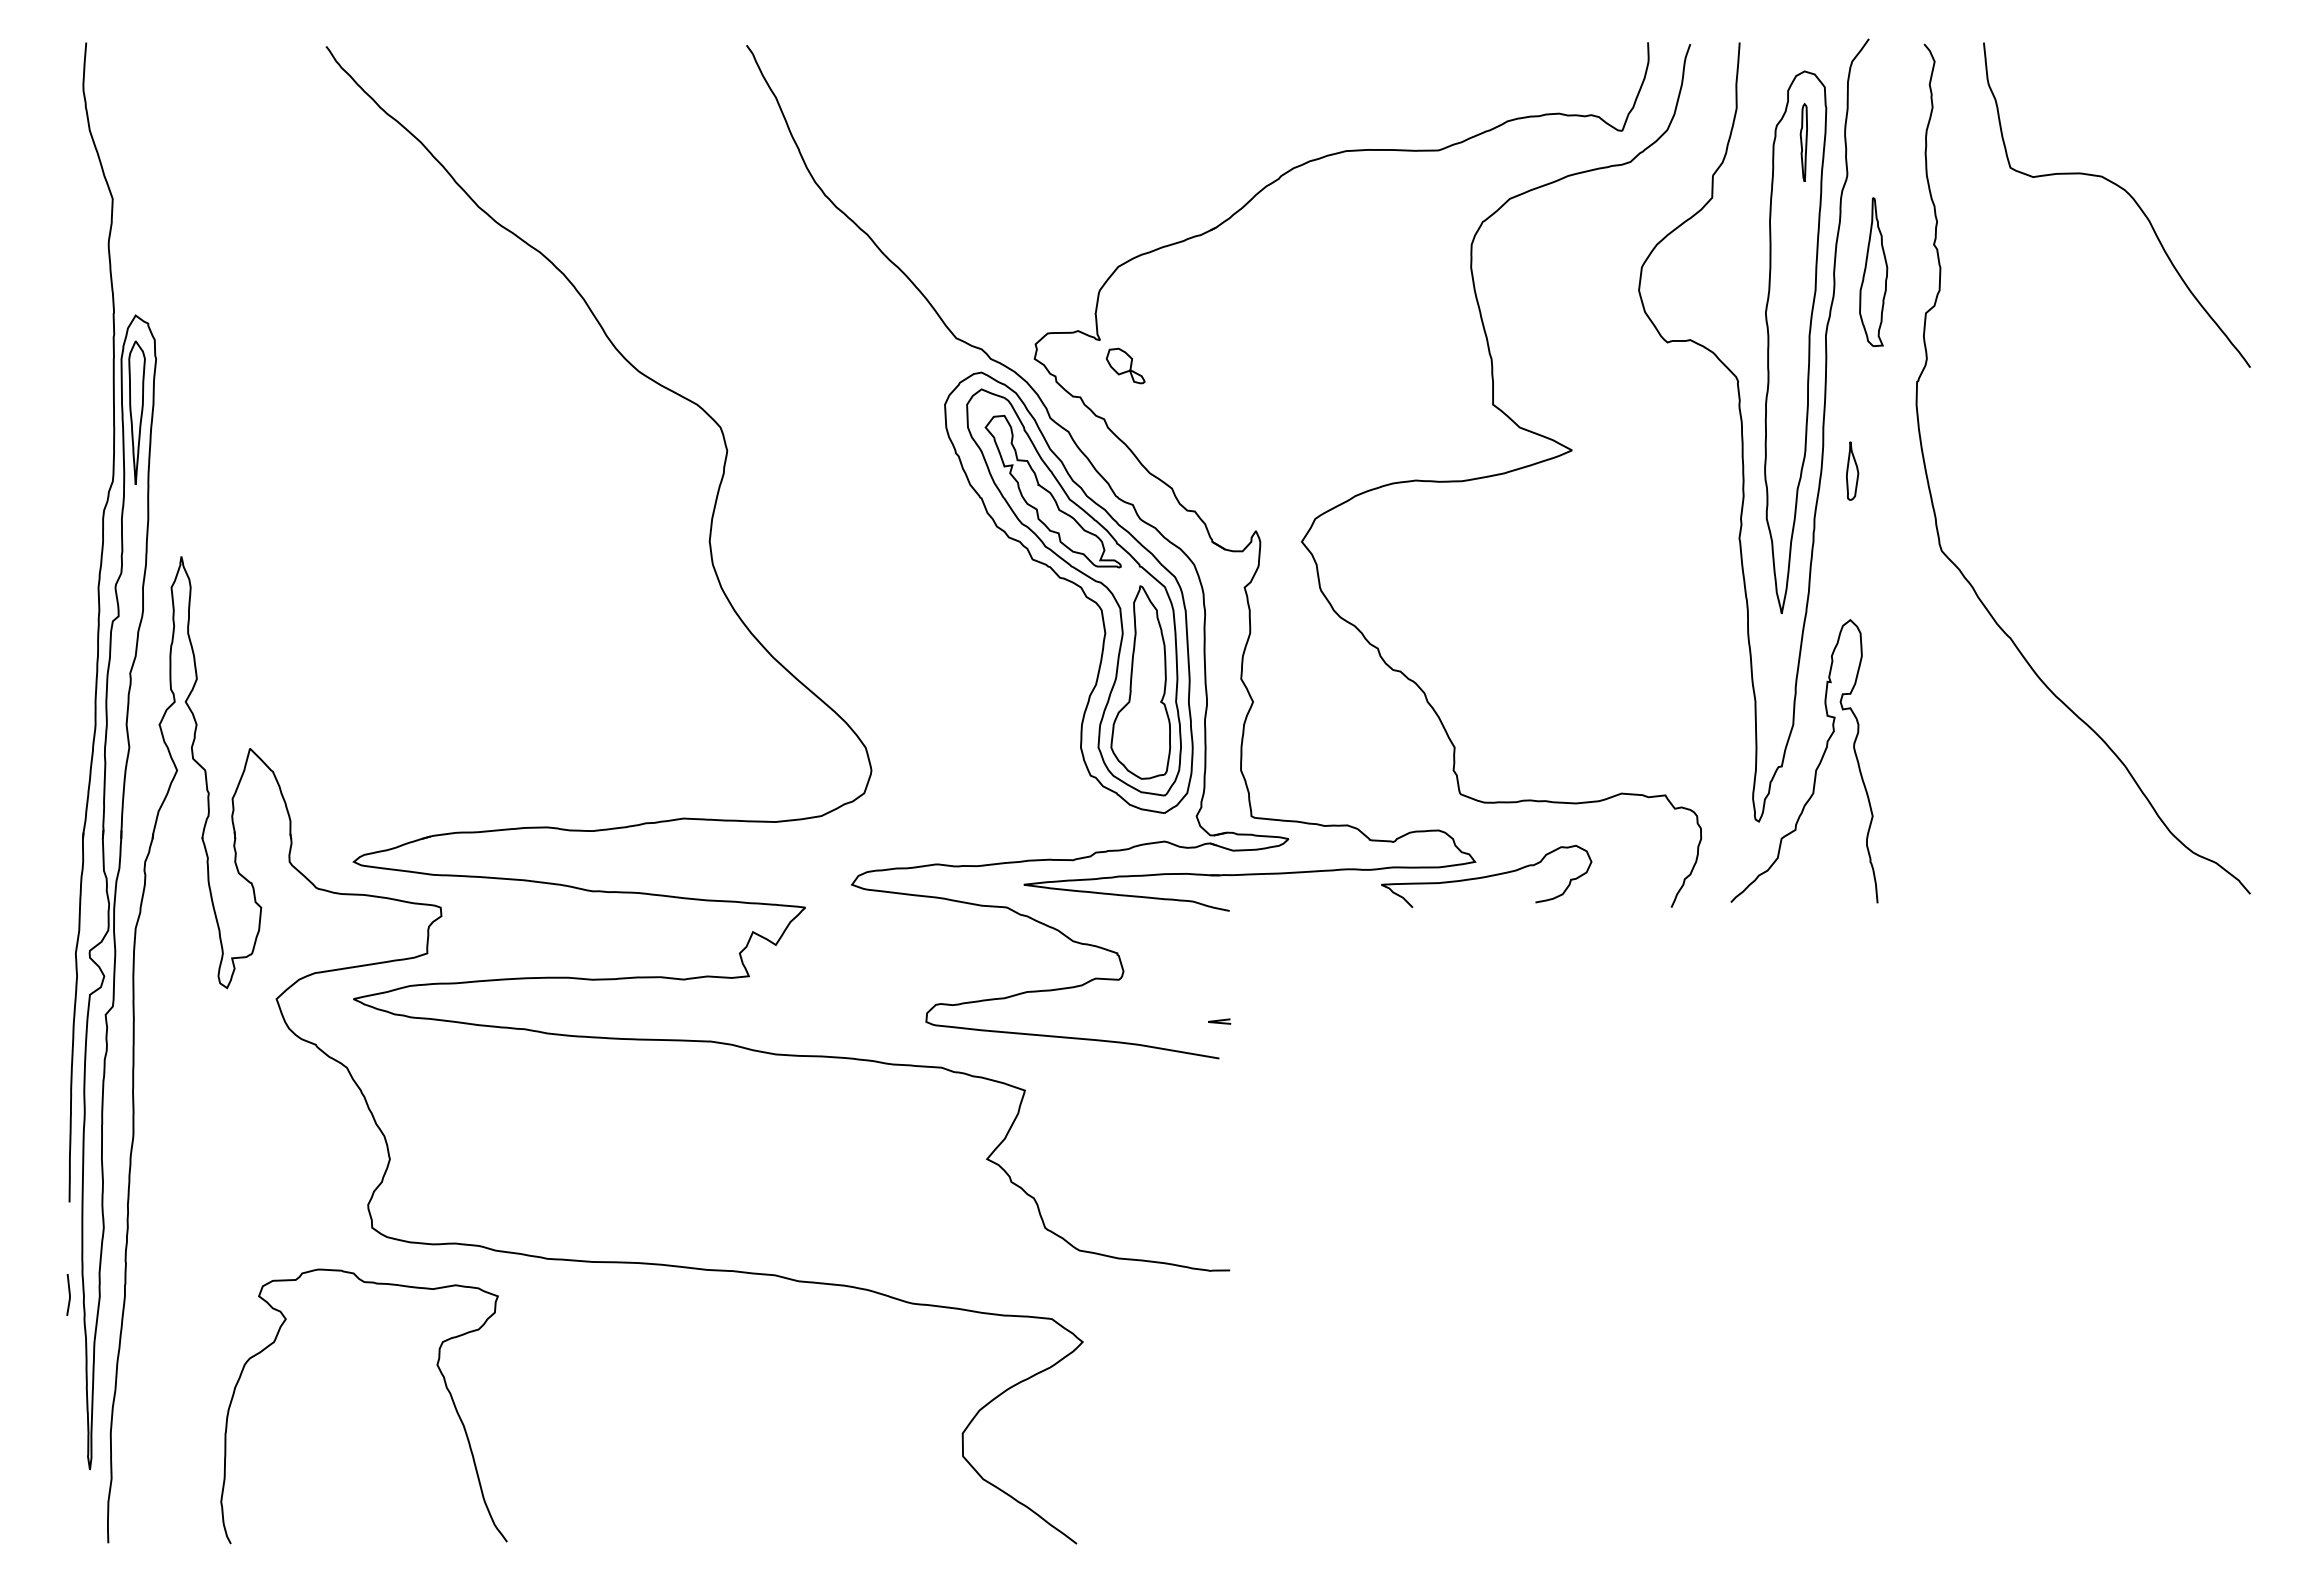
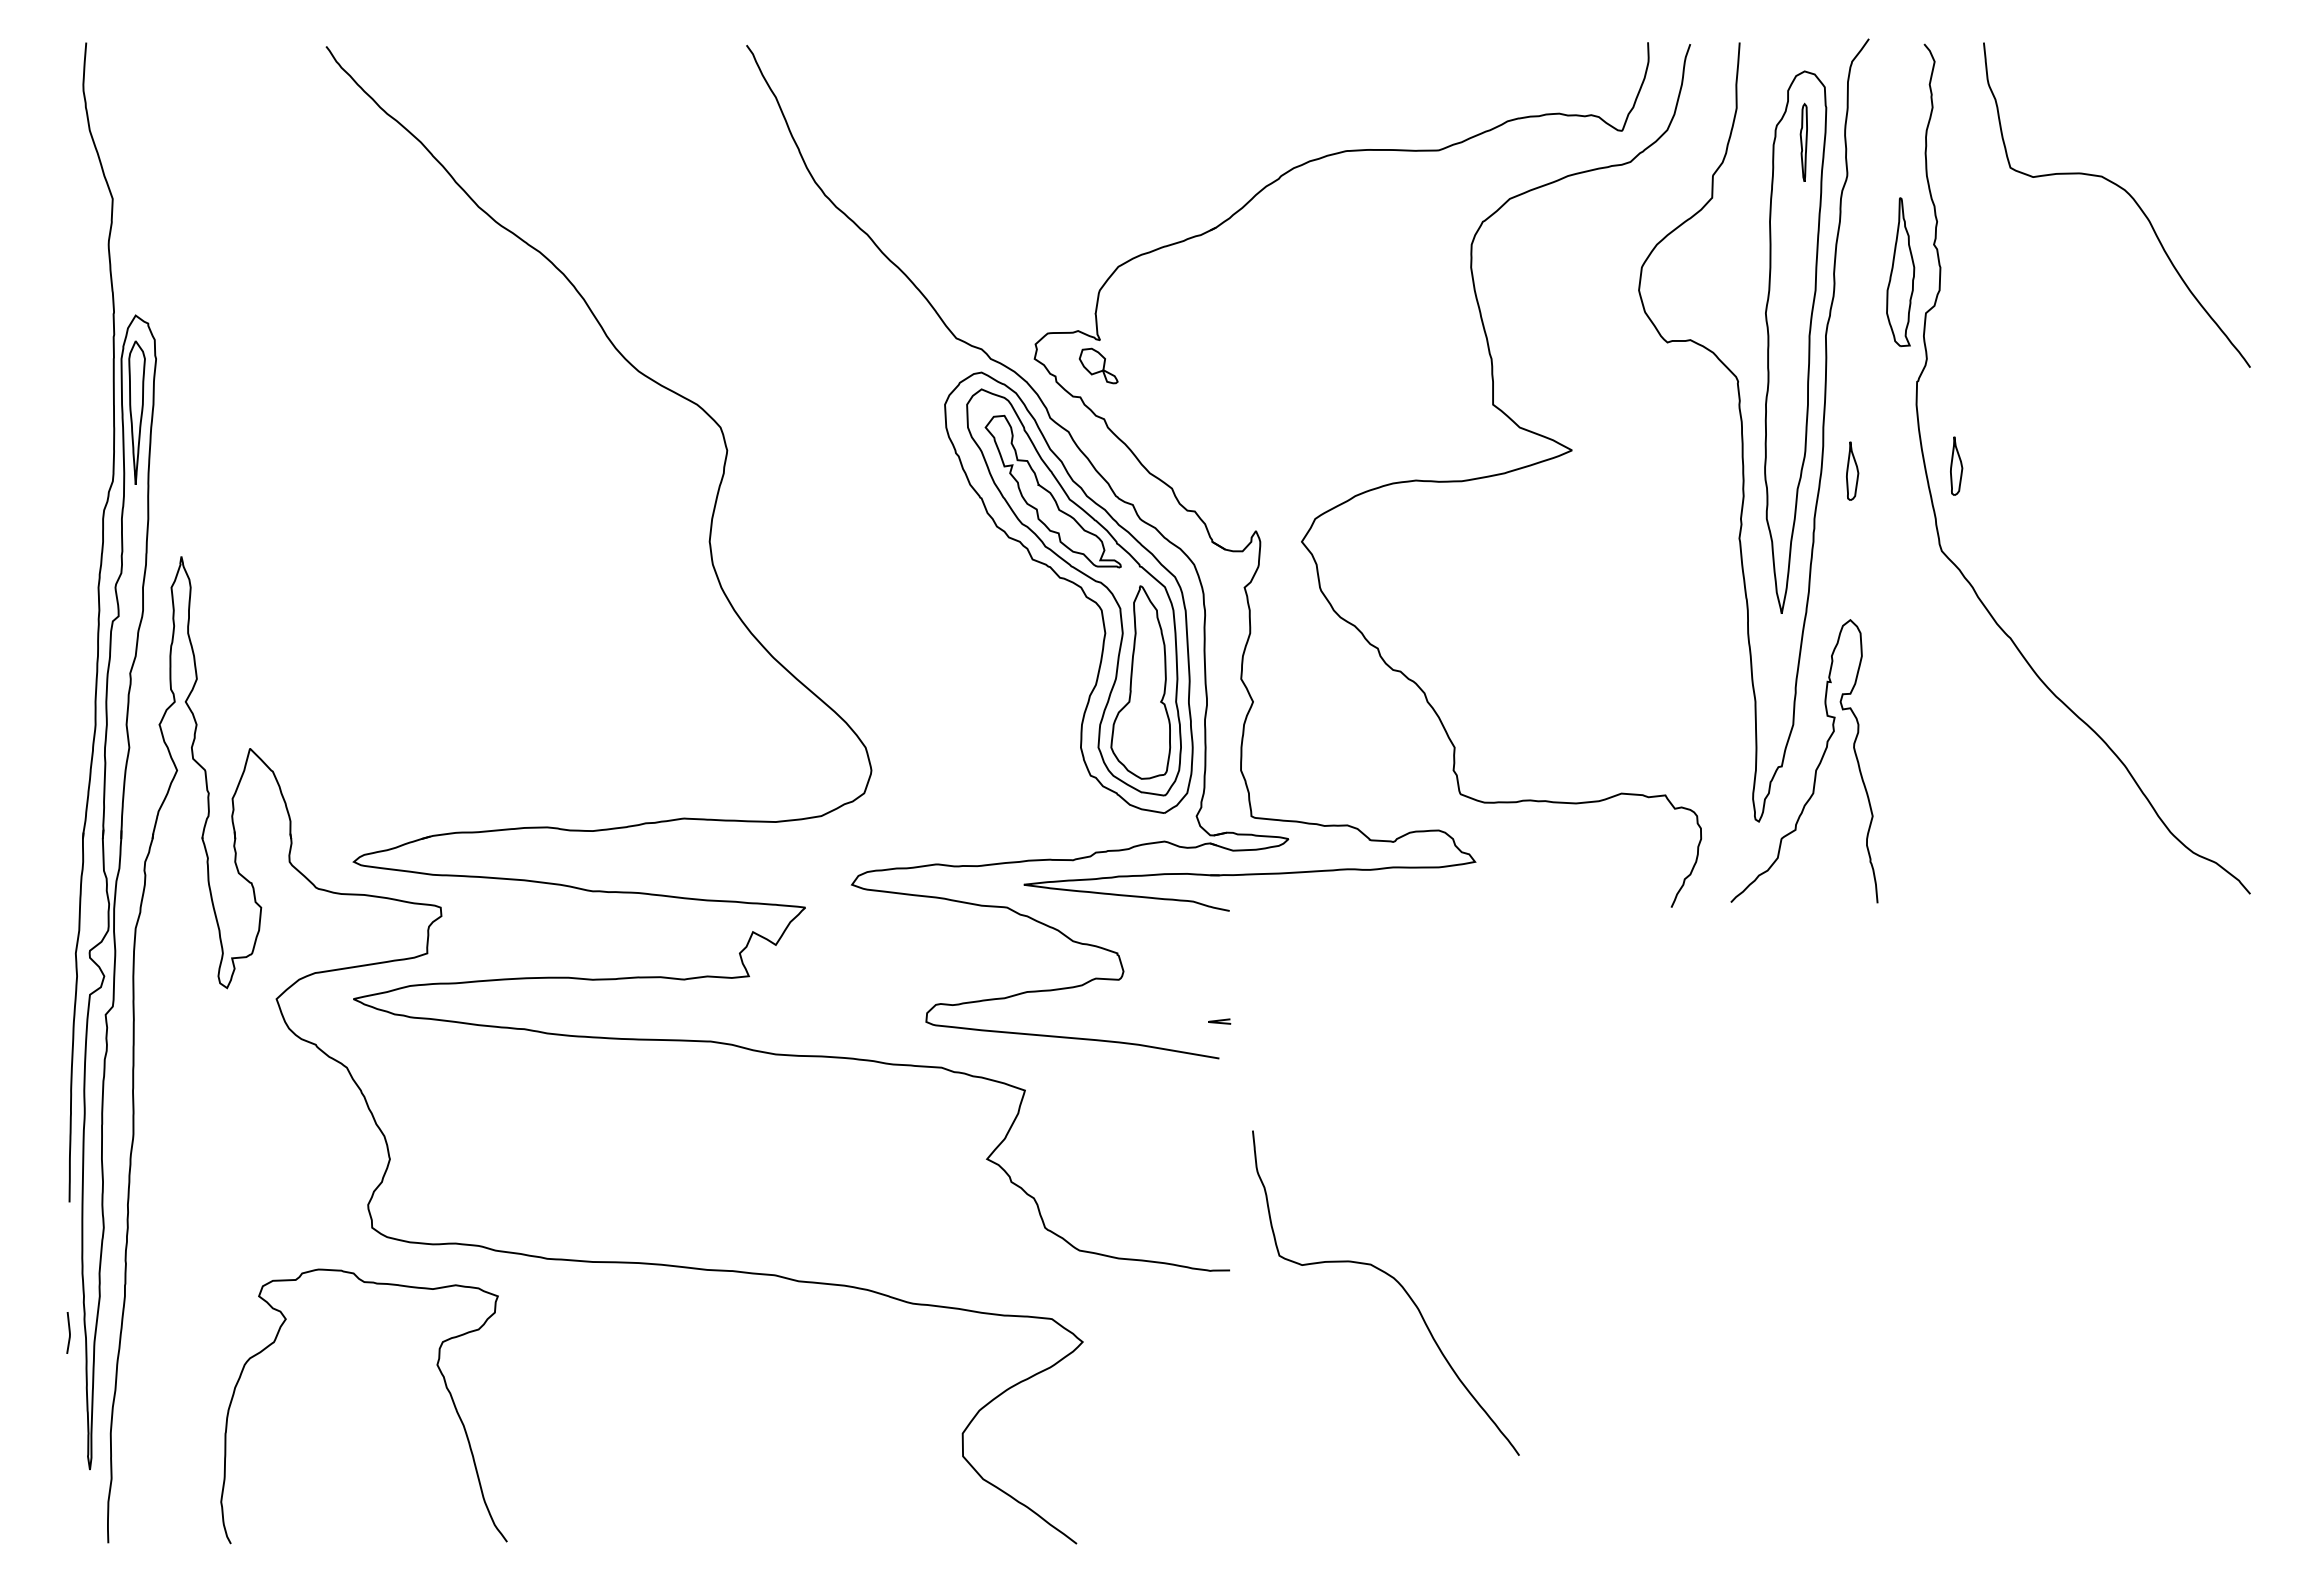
part at (1873, 272) position: (1873, 272) -> (1900, 272)
part at (1125, 365) position: (1125, 365) -> (1098, 365)
part at (1956, 465): none -> present
curve at (1486, 875): present -> none
curve at (1395, 1281): none -> present
line at (68, 1293) position: (68, 1293) -> (68, 1331)
